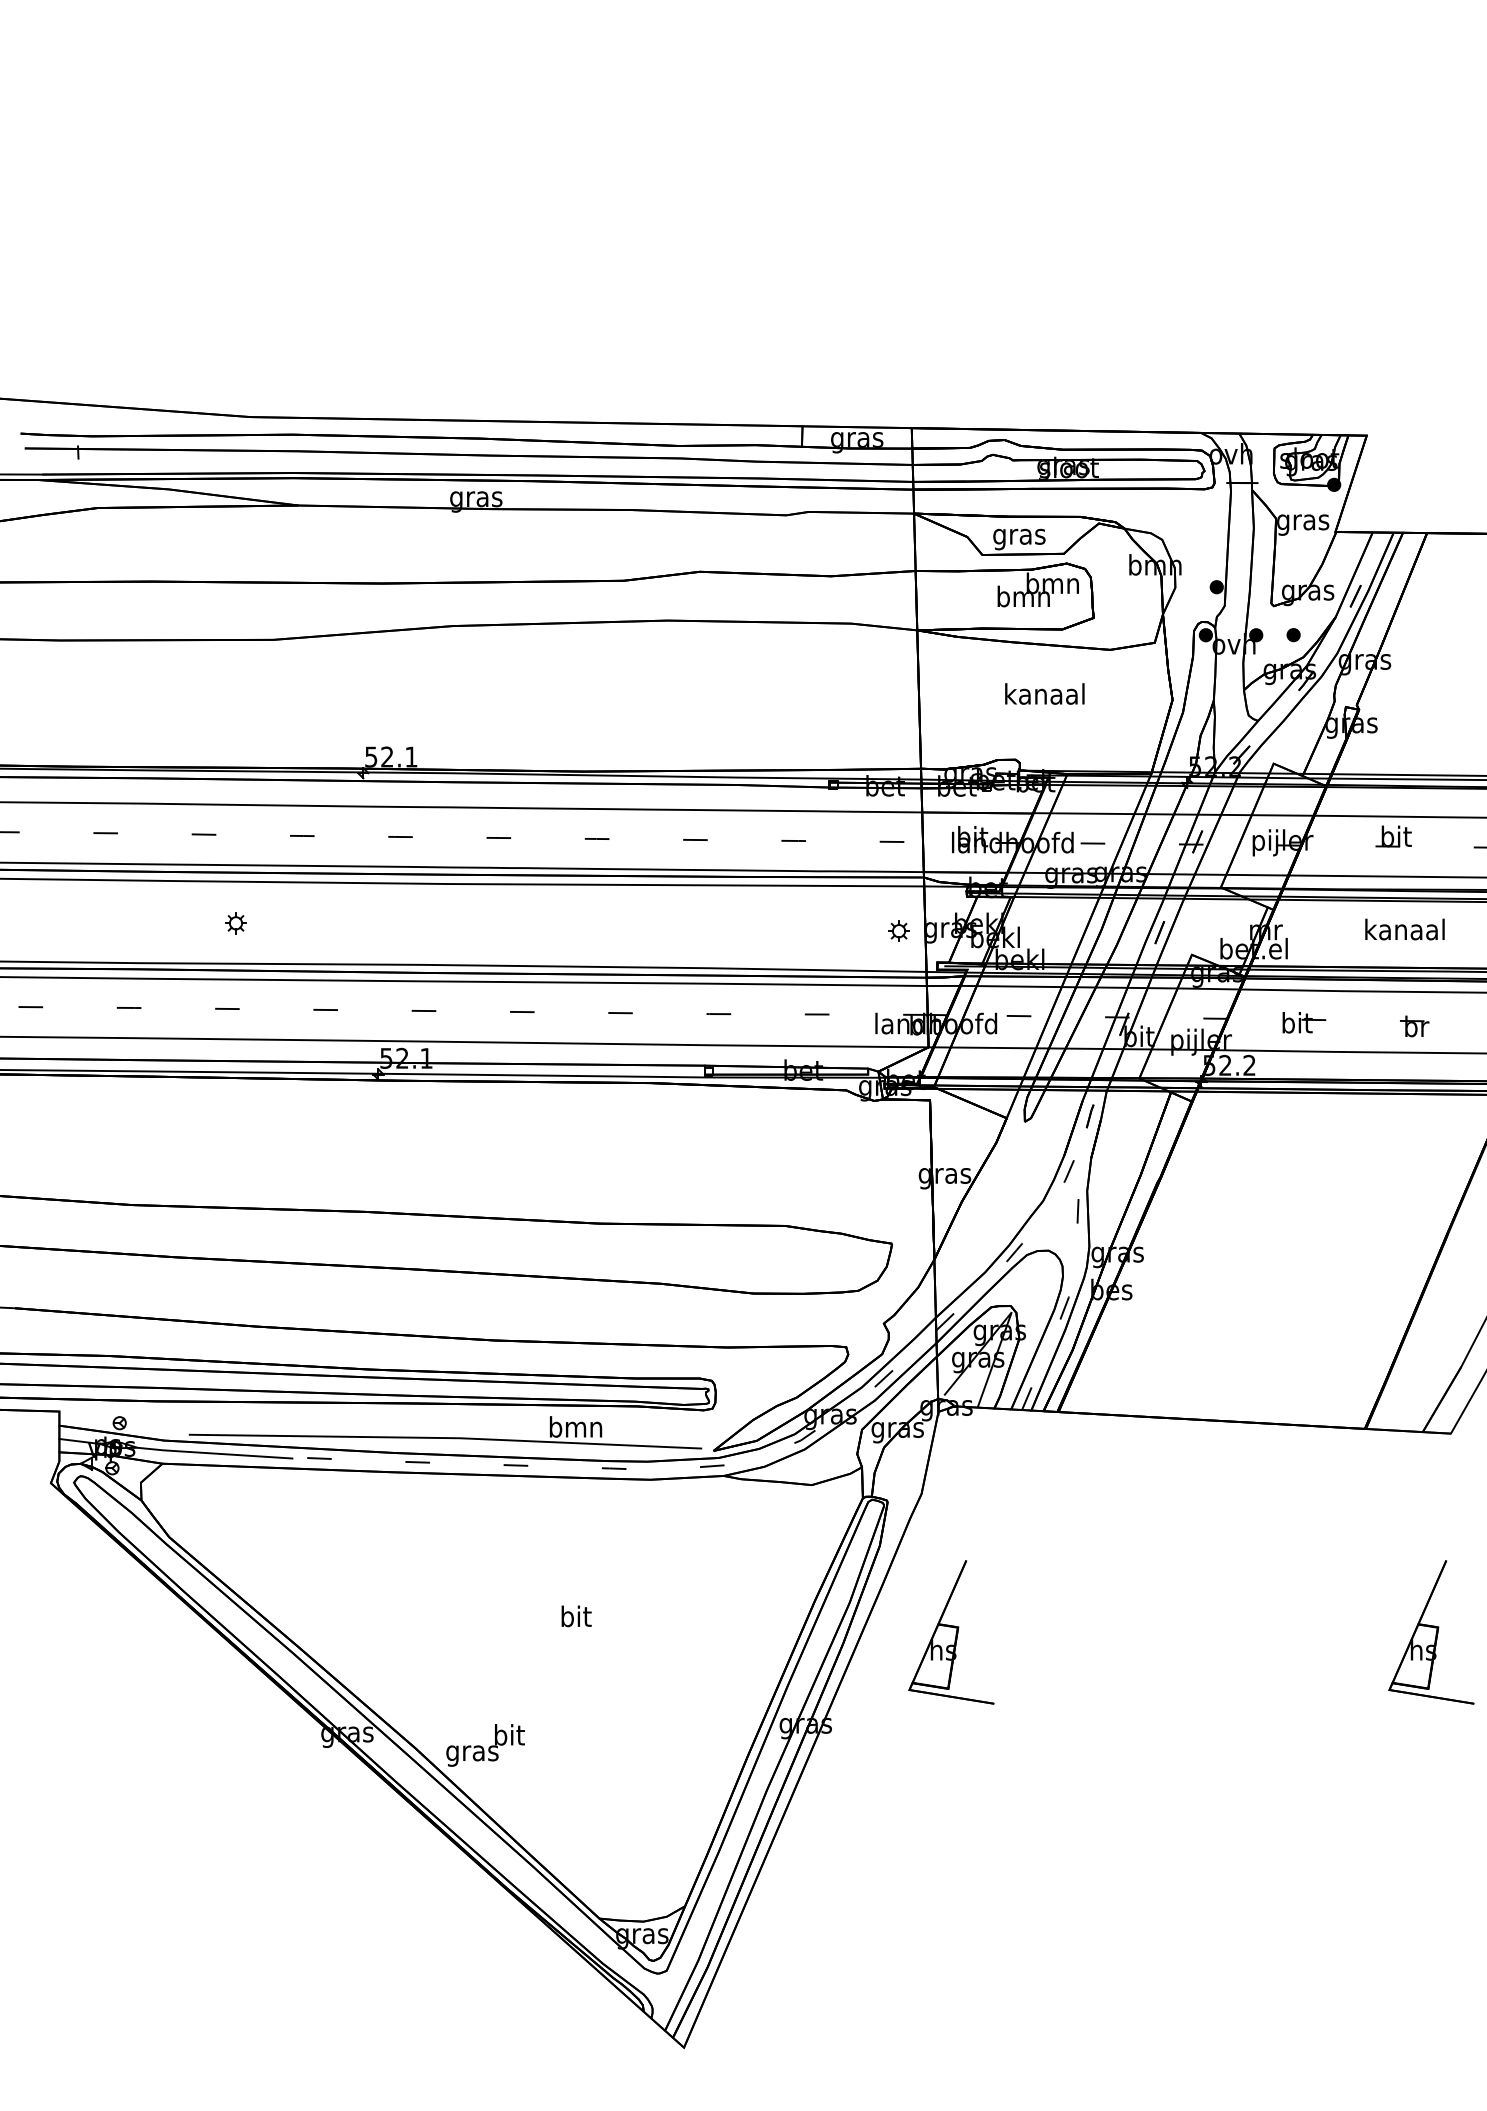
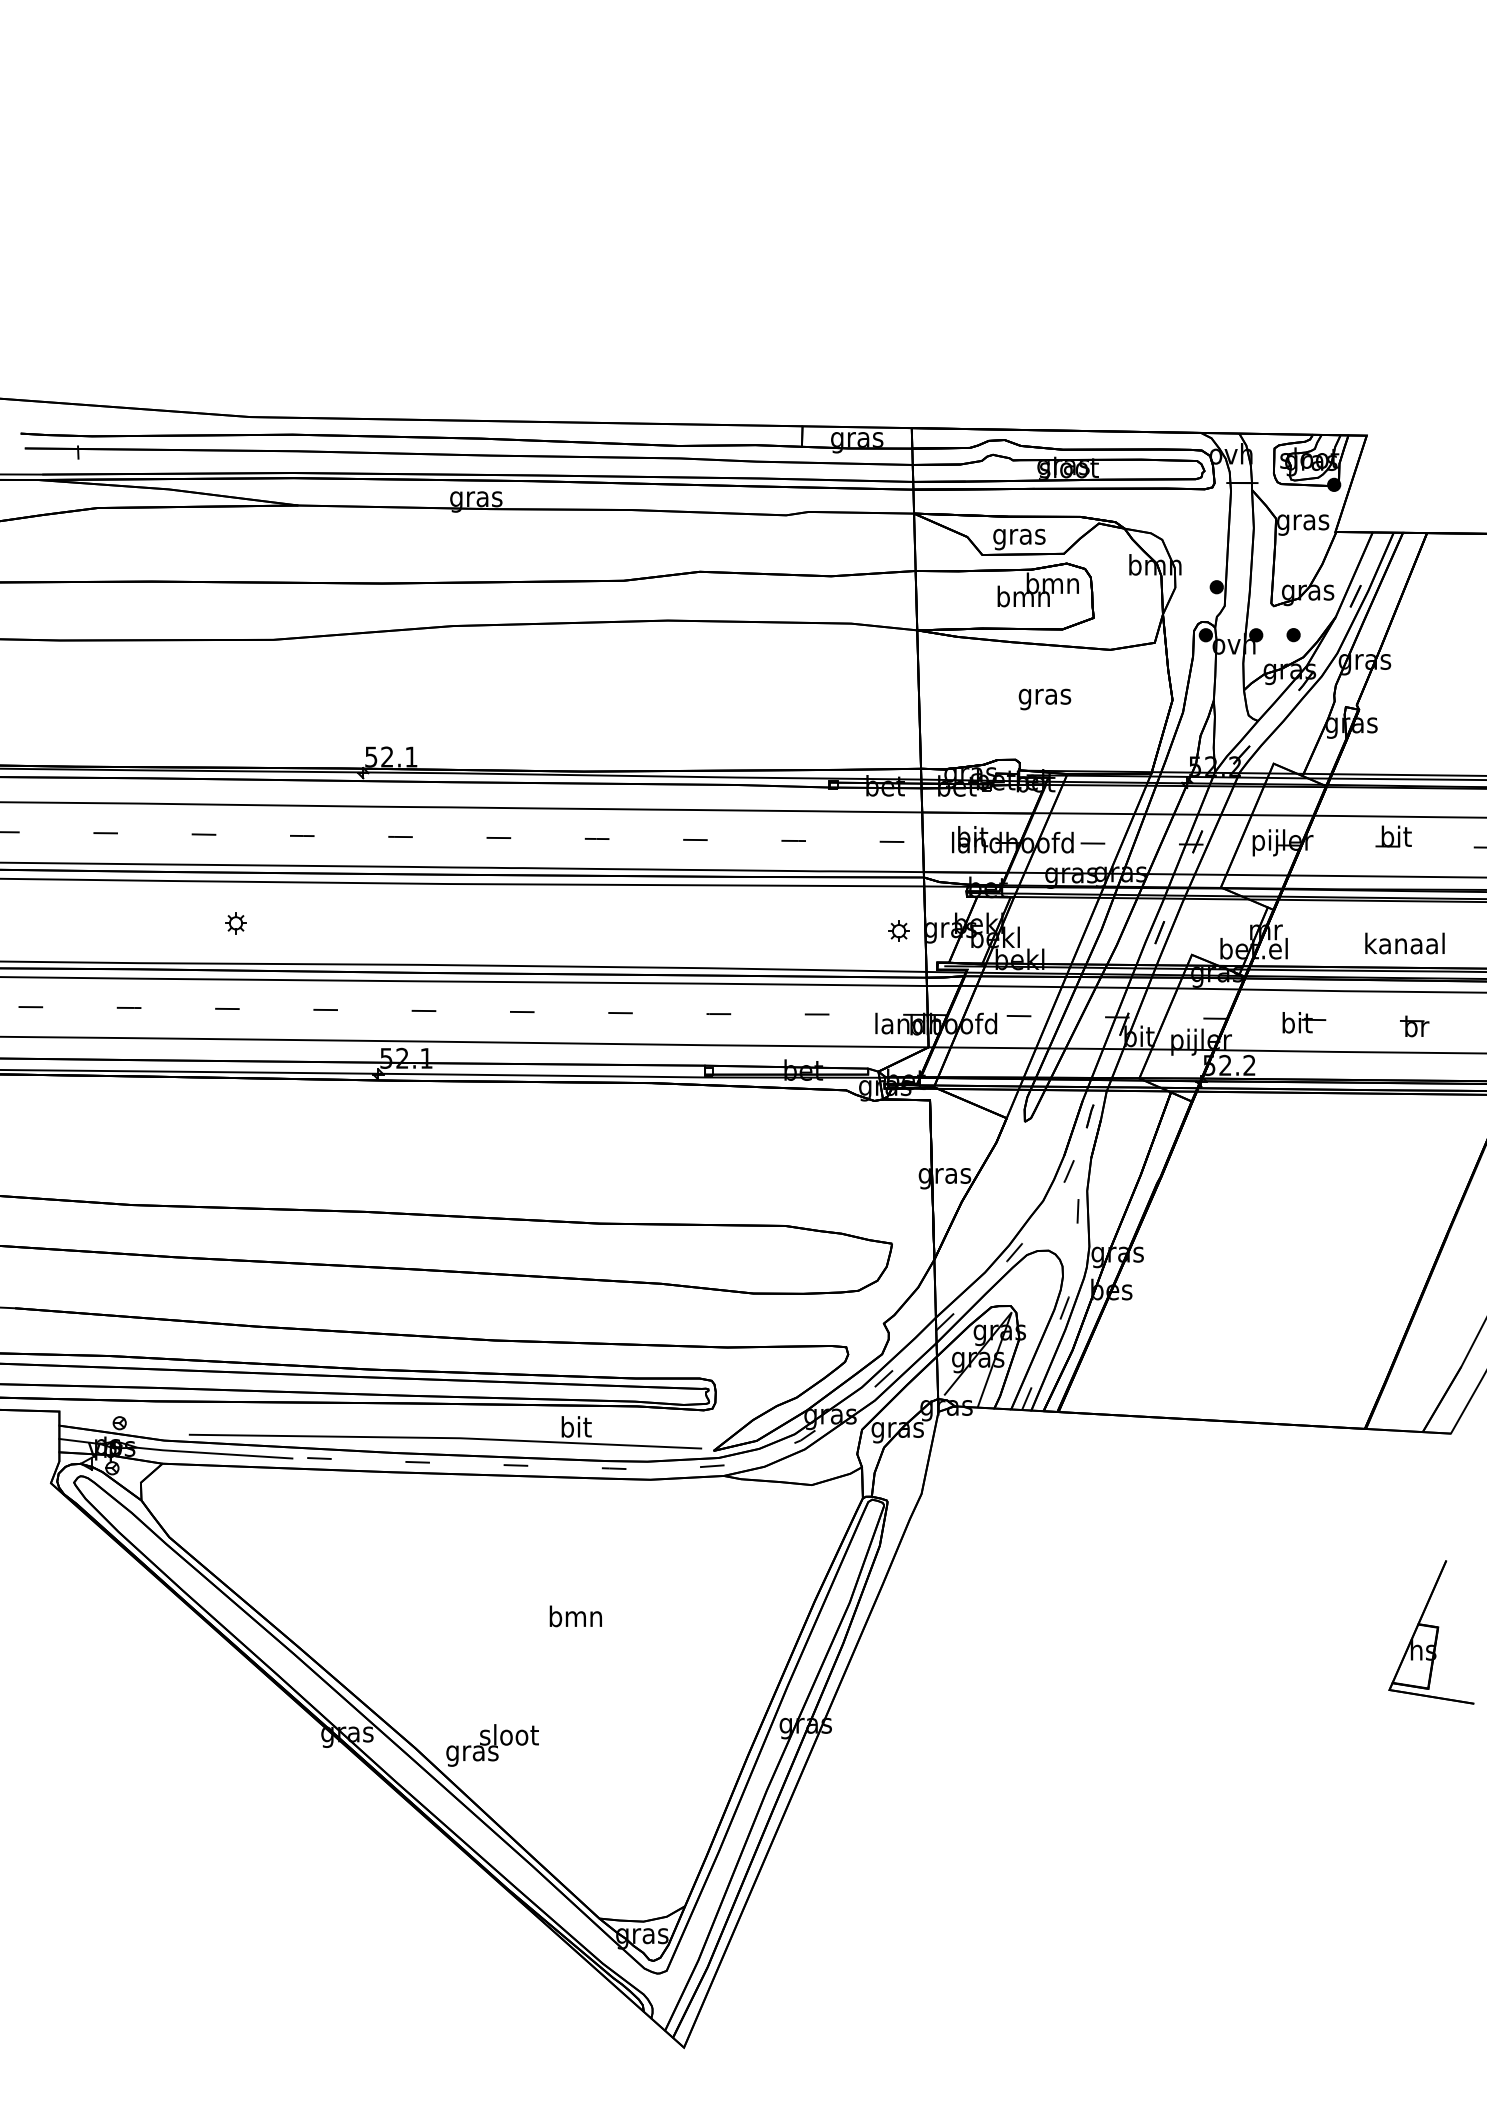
text at (1044, 696): kanaal -> gras
text at (1404, 929) position: (1404, 929) -> (1404, 943)
text at (575, 1426): bmn -> bit
text at (575, 1616): bit -> bmn
part at (951, 1632): present -> none
text at (509, 1734): bit -> sloot
